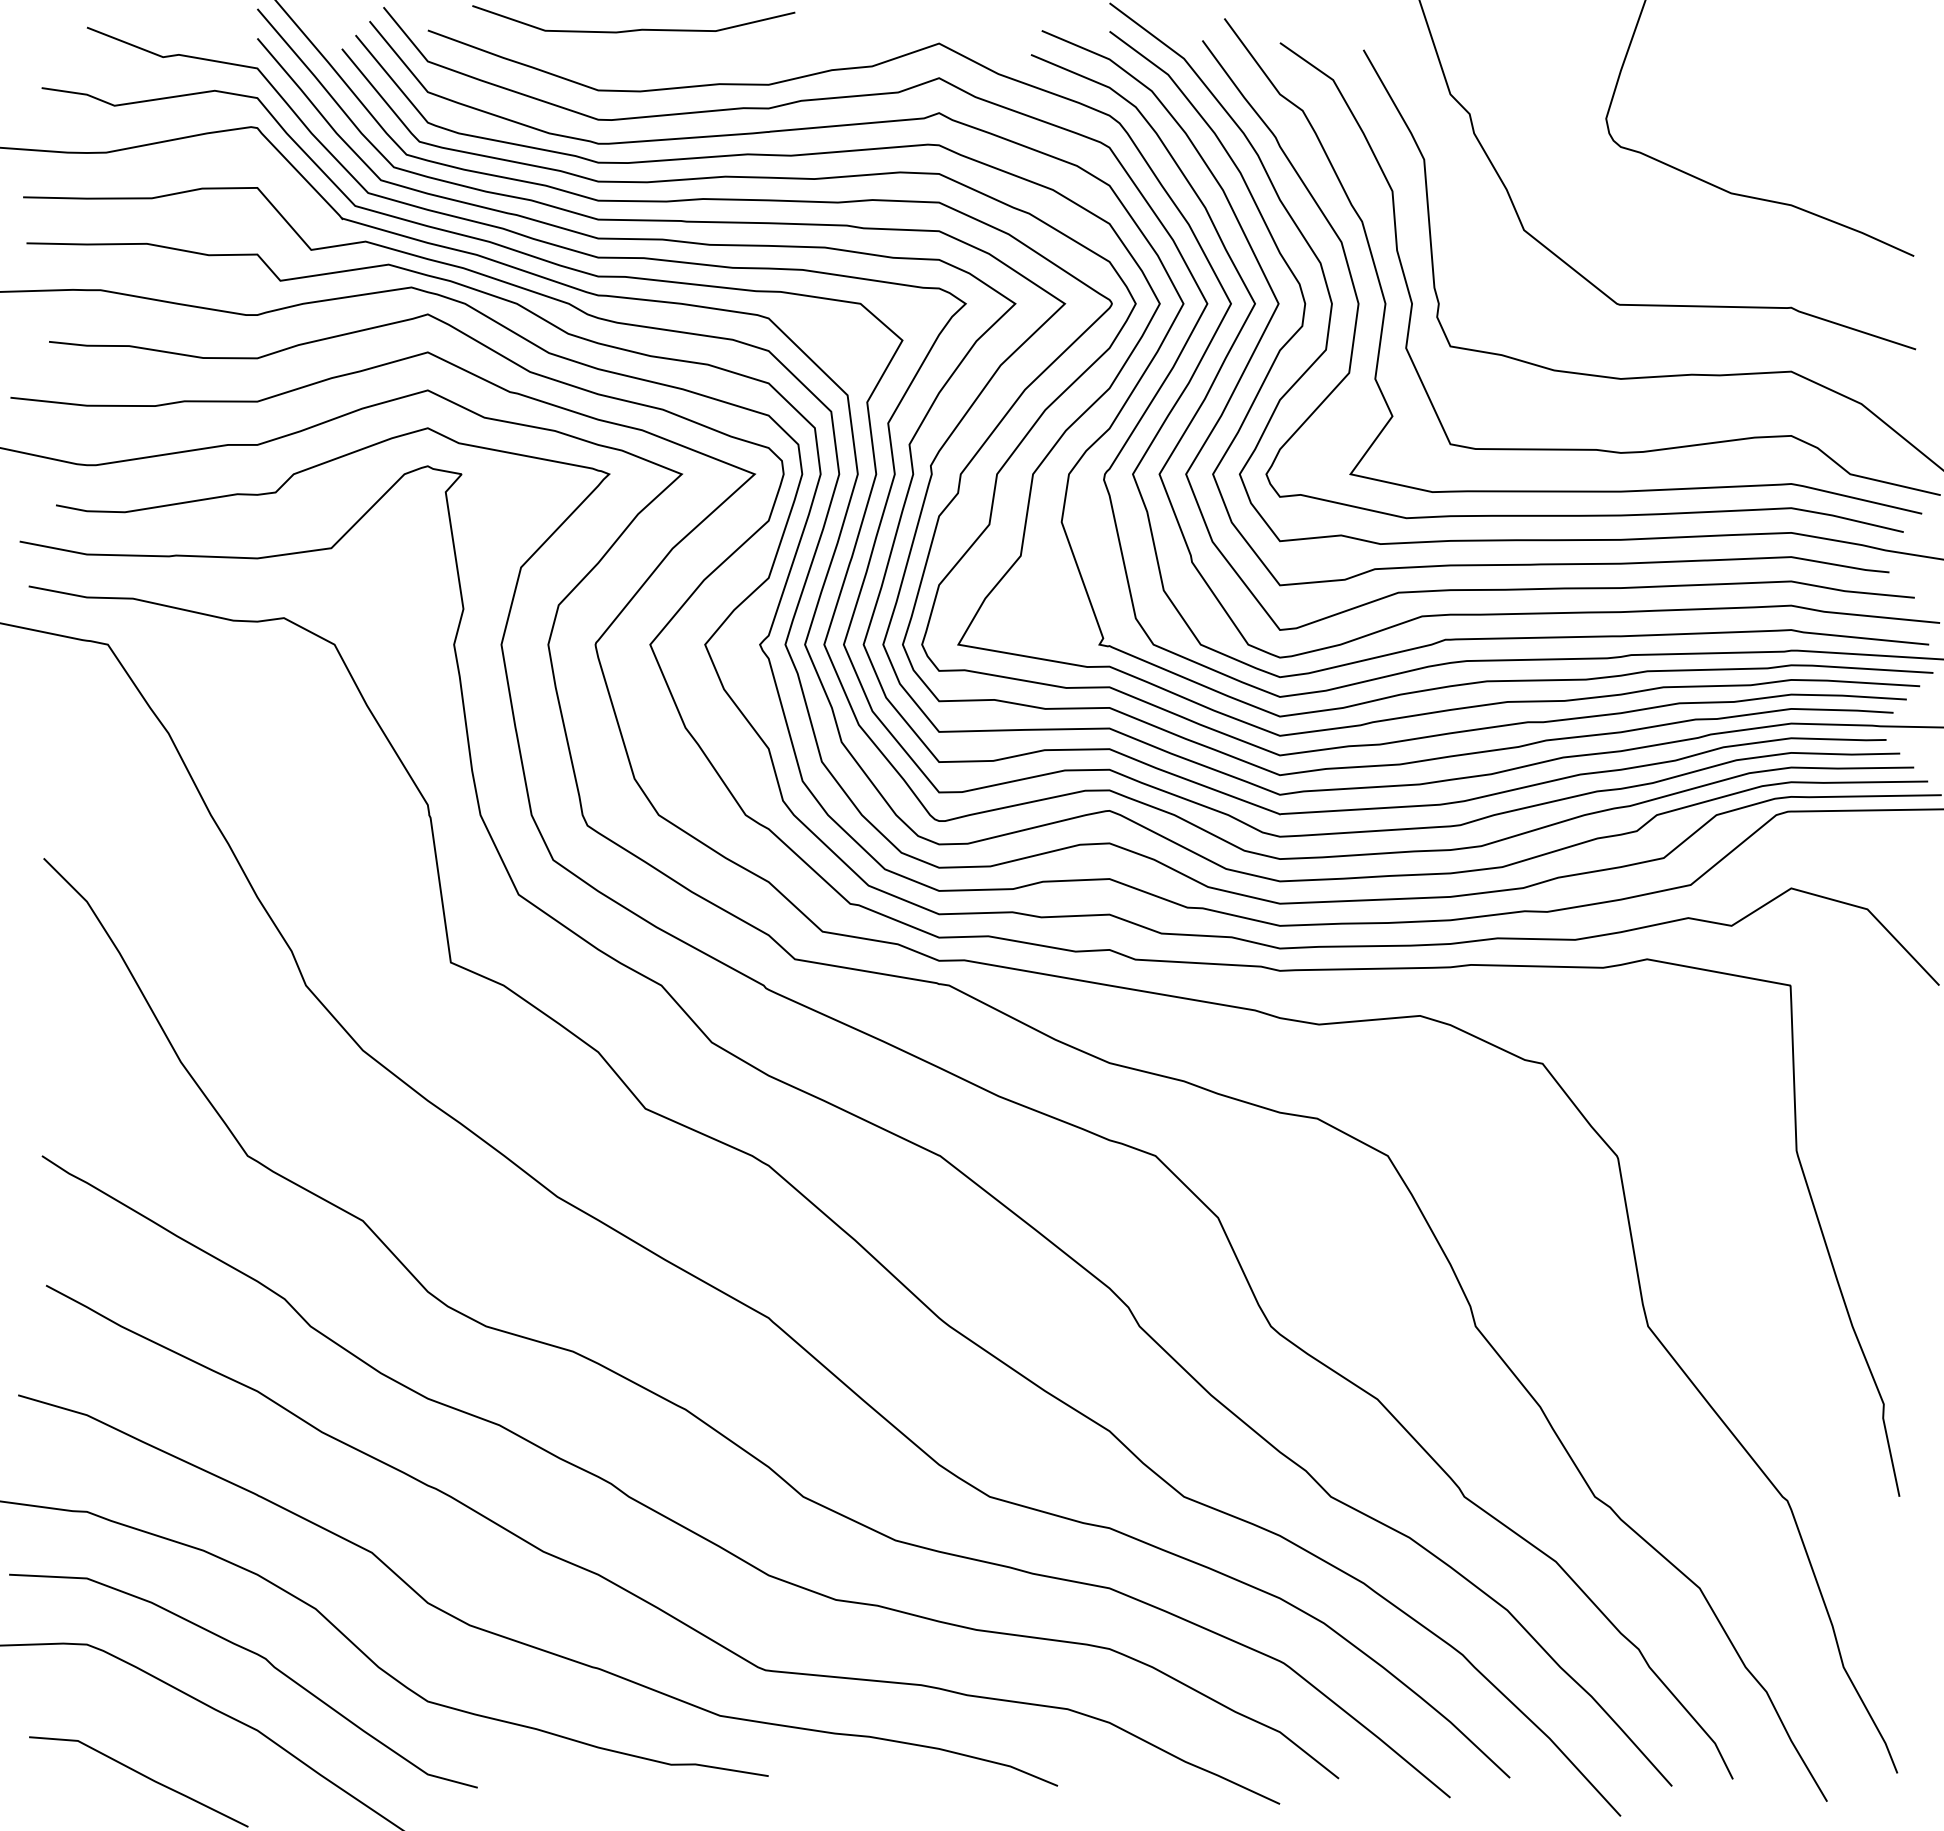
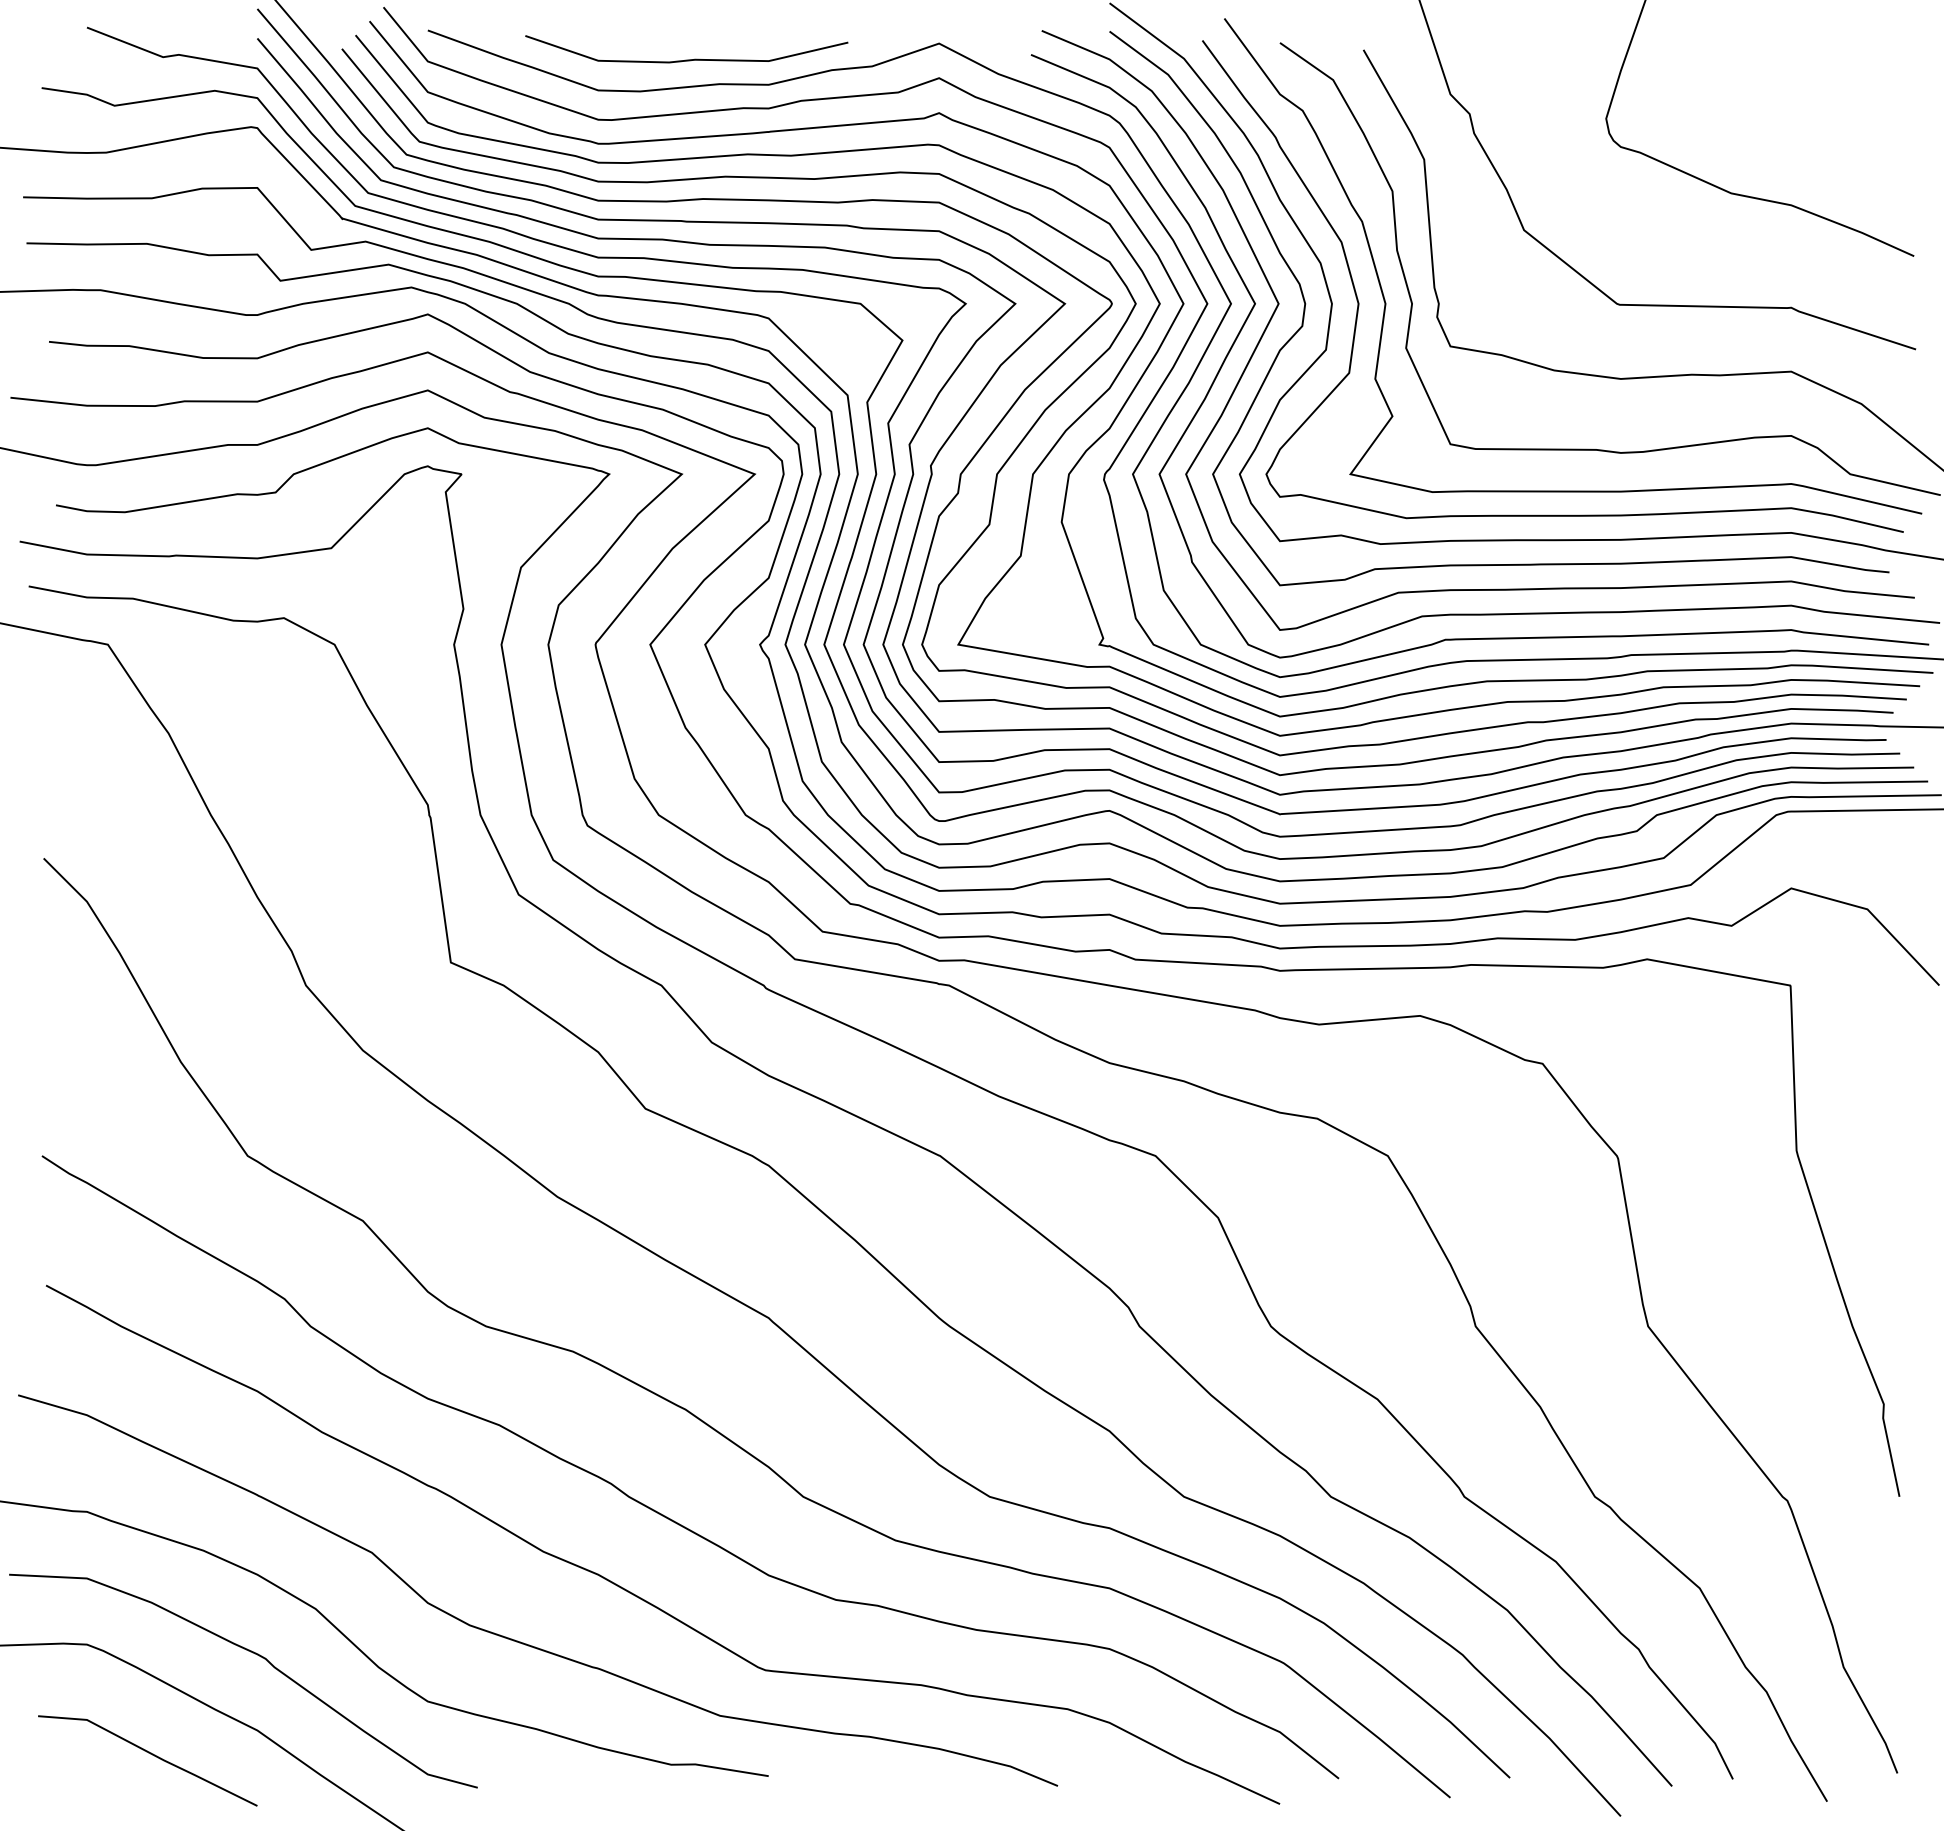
curve at (633, 29) position: (633, 29) -> (686, 59)
line at (141, 1775) position: (141, 1775) -> (150, 1754)
